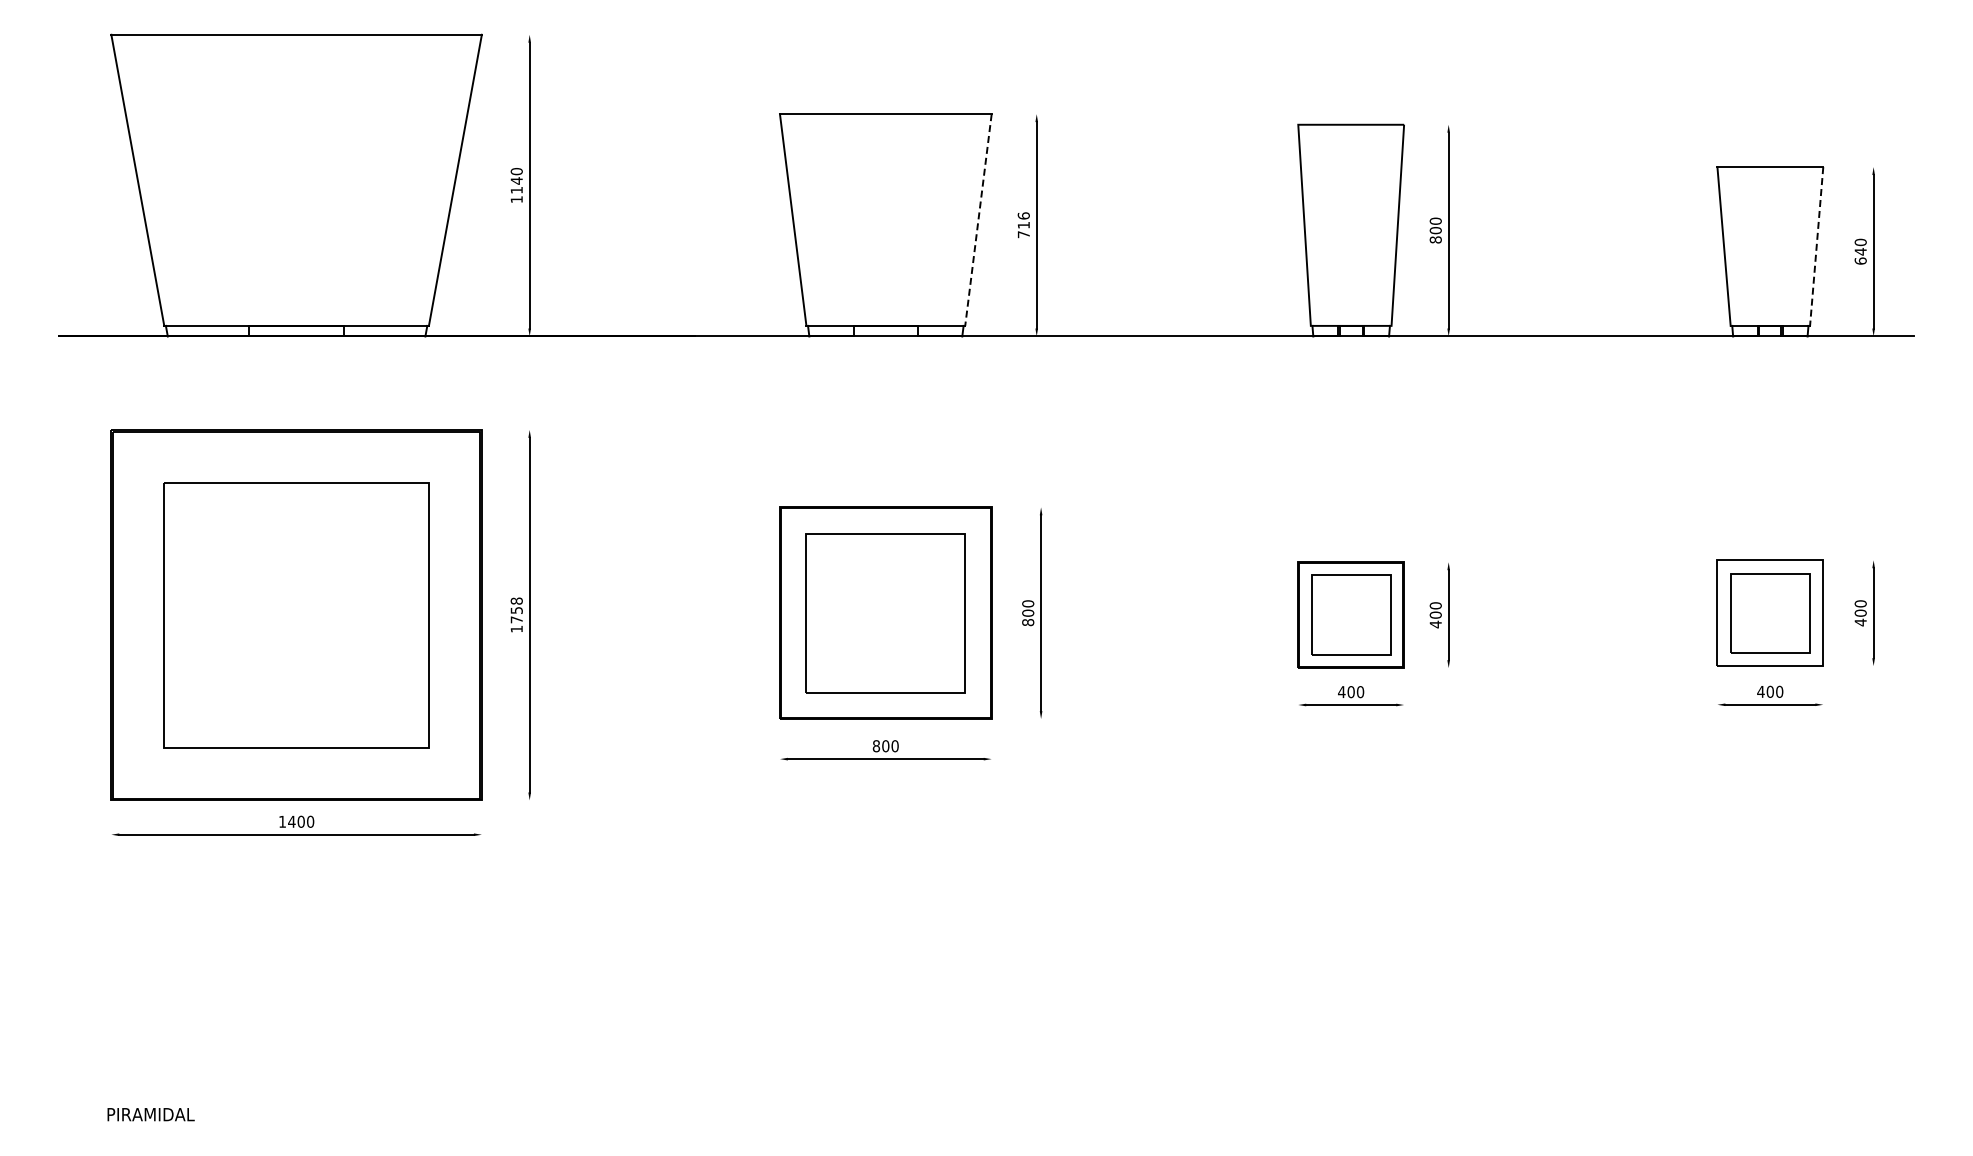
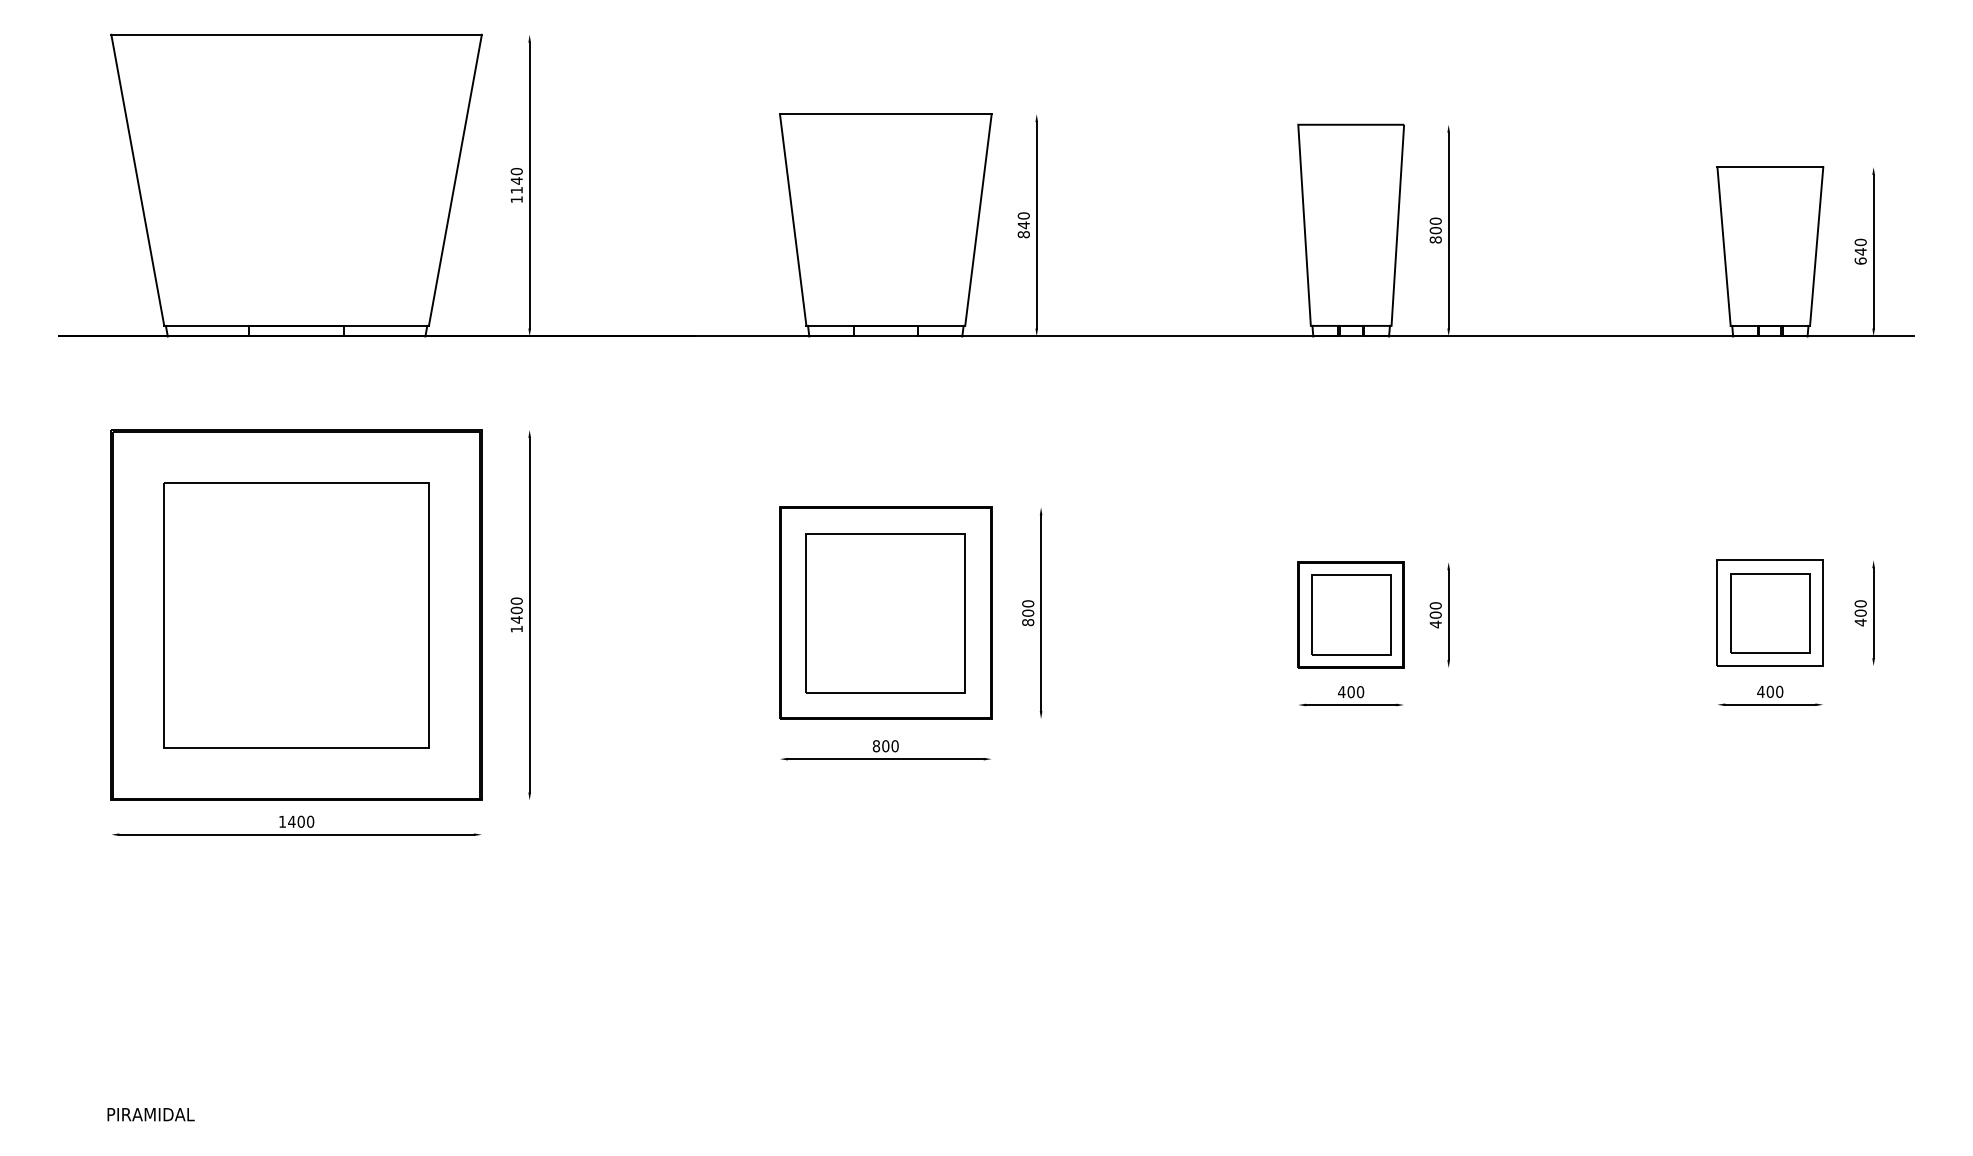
line at (978, 220): dashed -> solid
text at (1023, 225): 716 -> 840
line at (1816, 246): dashed -> solid
text at (516, 610): 1758 -> 1400
